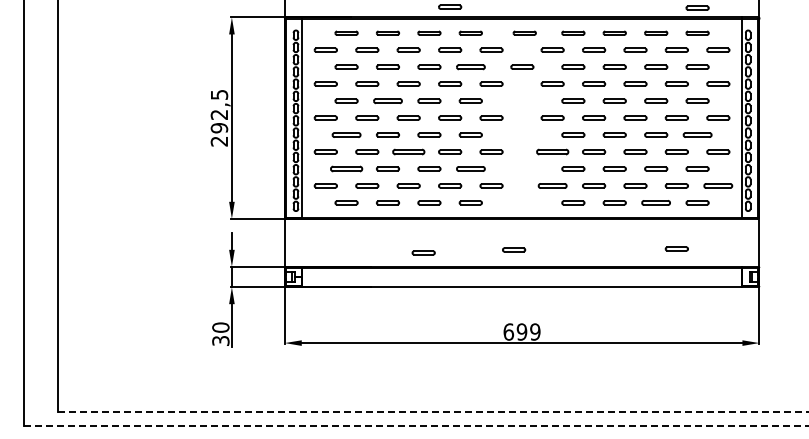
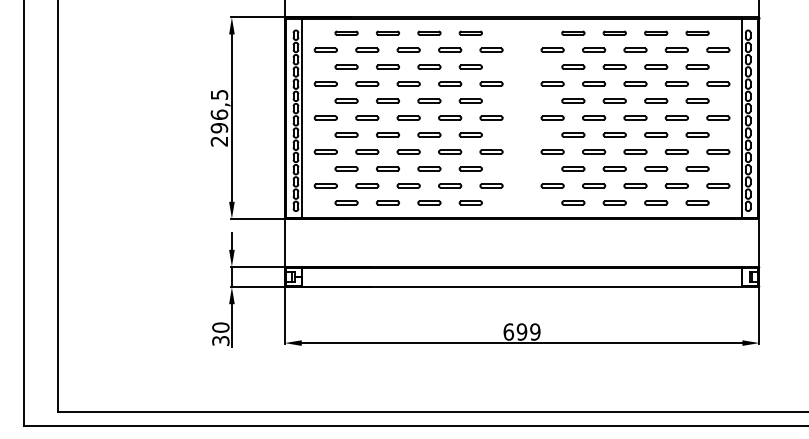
part at (450, 6): present -> none
part at (697, 7): present -> none
part at (524, 32): present -> none
part at (522, 66): present -> none
part at (470, 67) size: 30x7 px -> 25x6 px
part at (387, 101) size: 30x7 px -> 24x6 px
text at (219, 114): 292,5 -> 296,5
part at (346, 134) size: 31x6 px -> 25x6 px
part at (697, 134) size: 31x6 px -> 25x6 px
part at (408, 151) size: 34x8 px -> 25x6 px
part at (552, 151) size: 34x8 px -> 25x6 px
part at (346, 168) size: 34x8 px -> 25x6 px
part at (470, 168) size: 30x6 px -> 25x6 px
part at (552, 185) size: 31x6 px -> 25x6 px
part at (718, 185) size: 31x6 px -> 25x6 px
part at (655, 202) size: 30x6 px -> 25x6 px
part at (676, 248): present -> none
part at (514, 249): present -> none
part at (423, 252): present -> none
line at (434, 412): dashed -> solid
line at (416, 425): dashed -> solid
